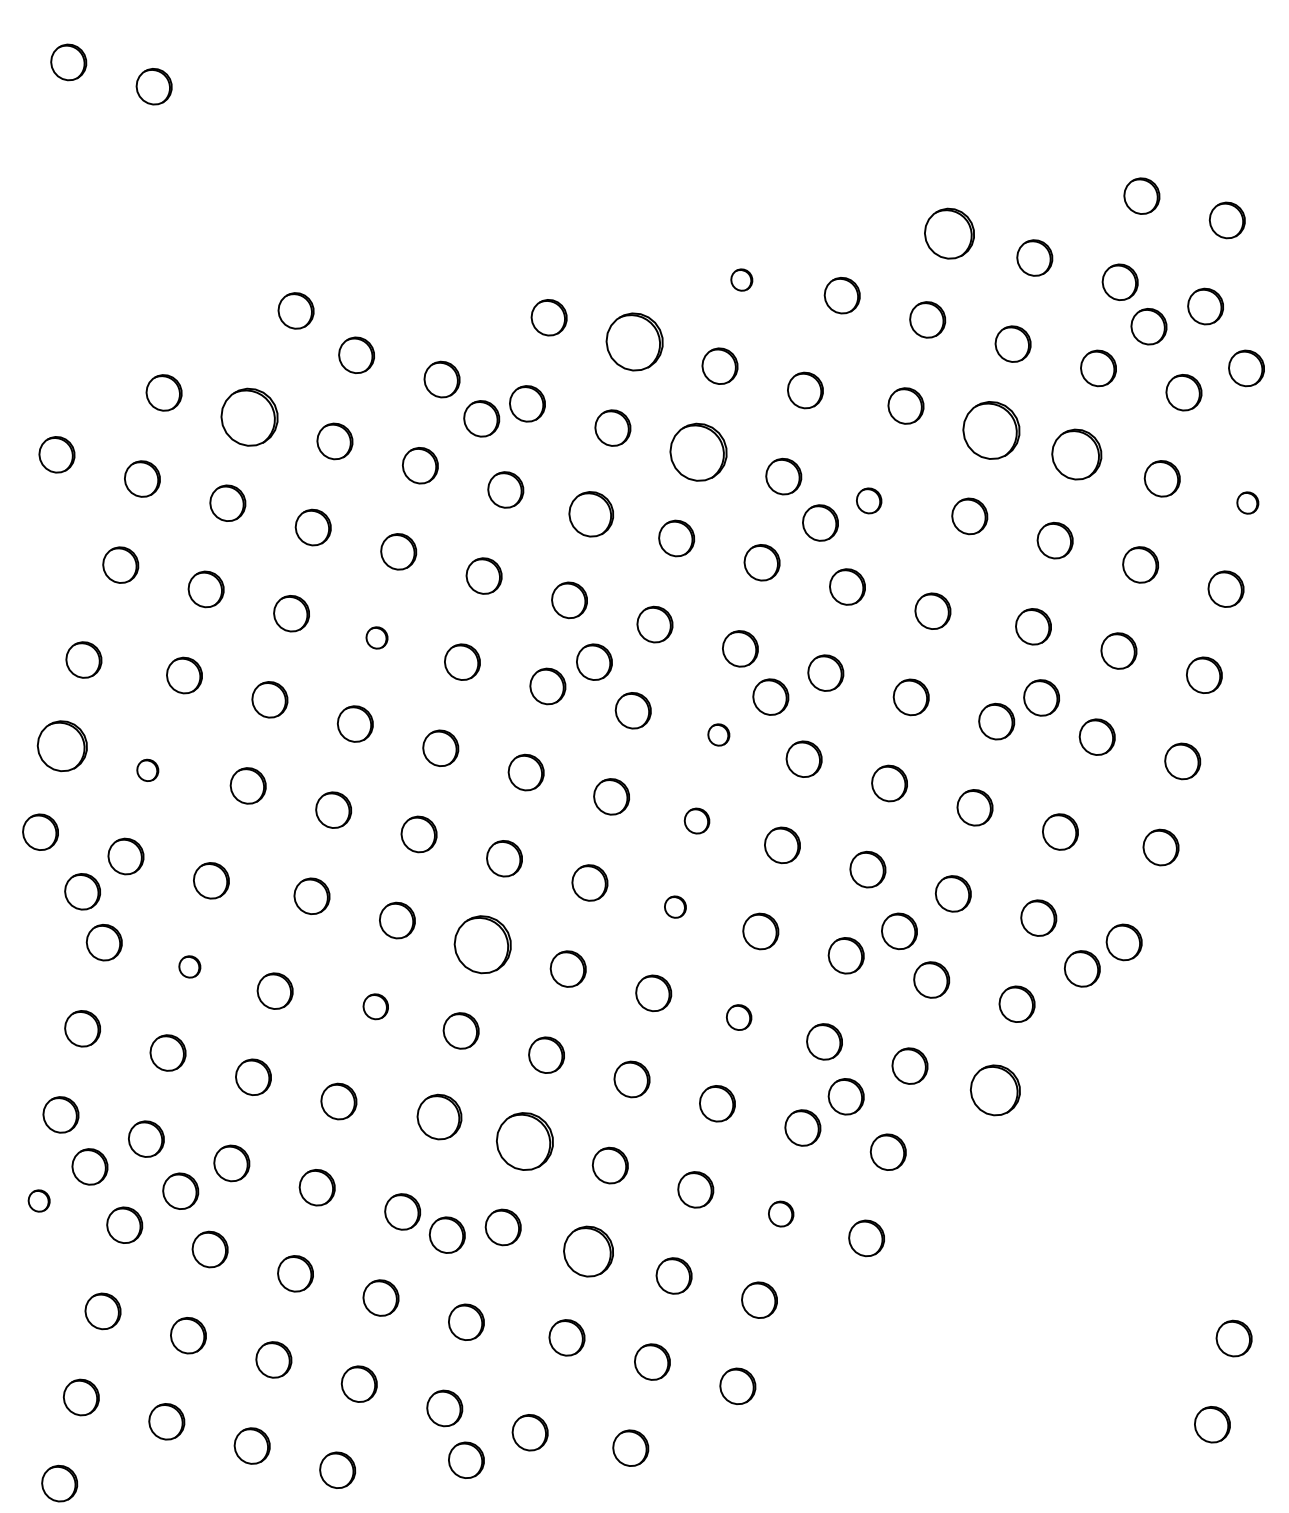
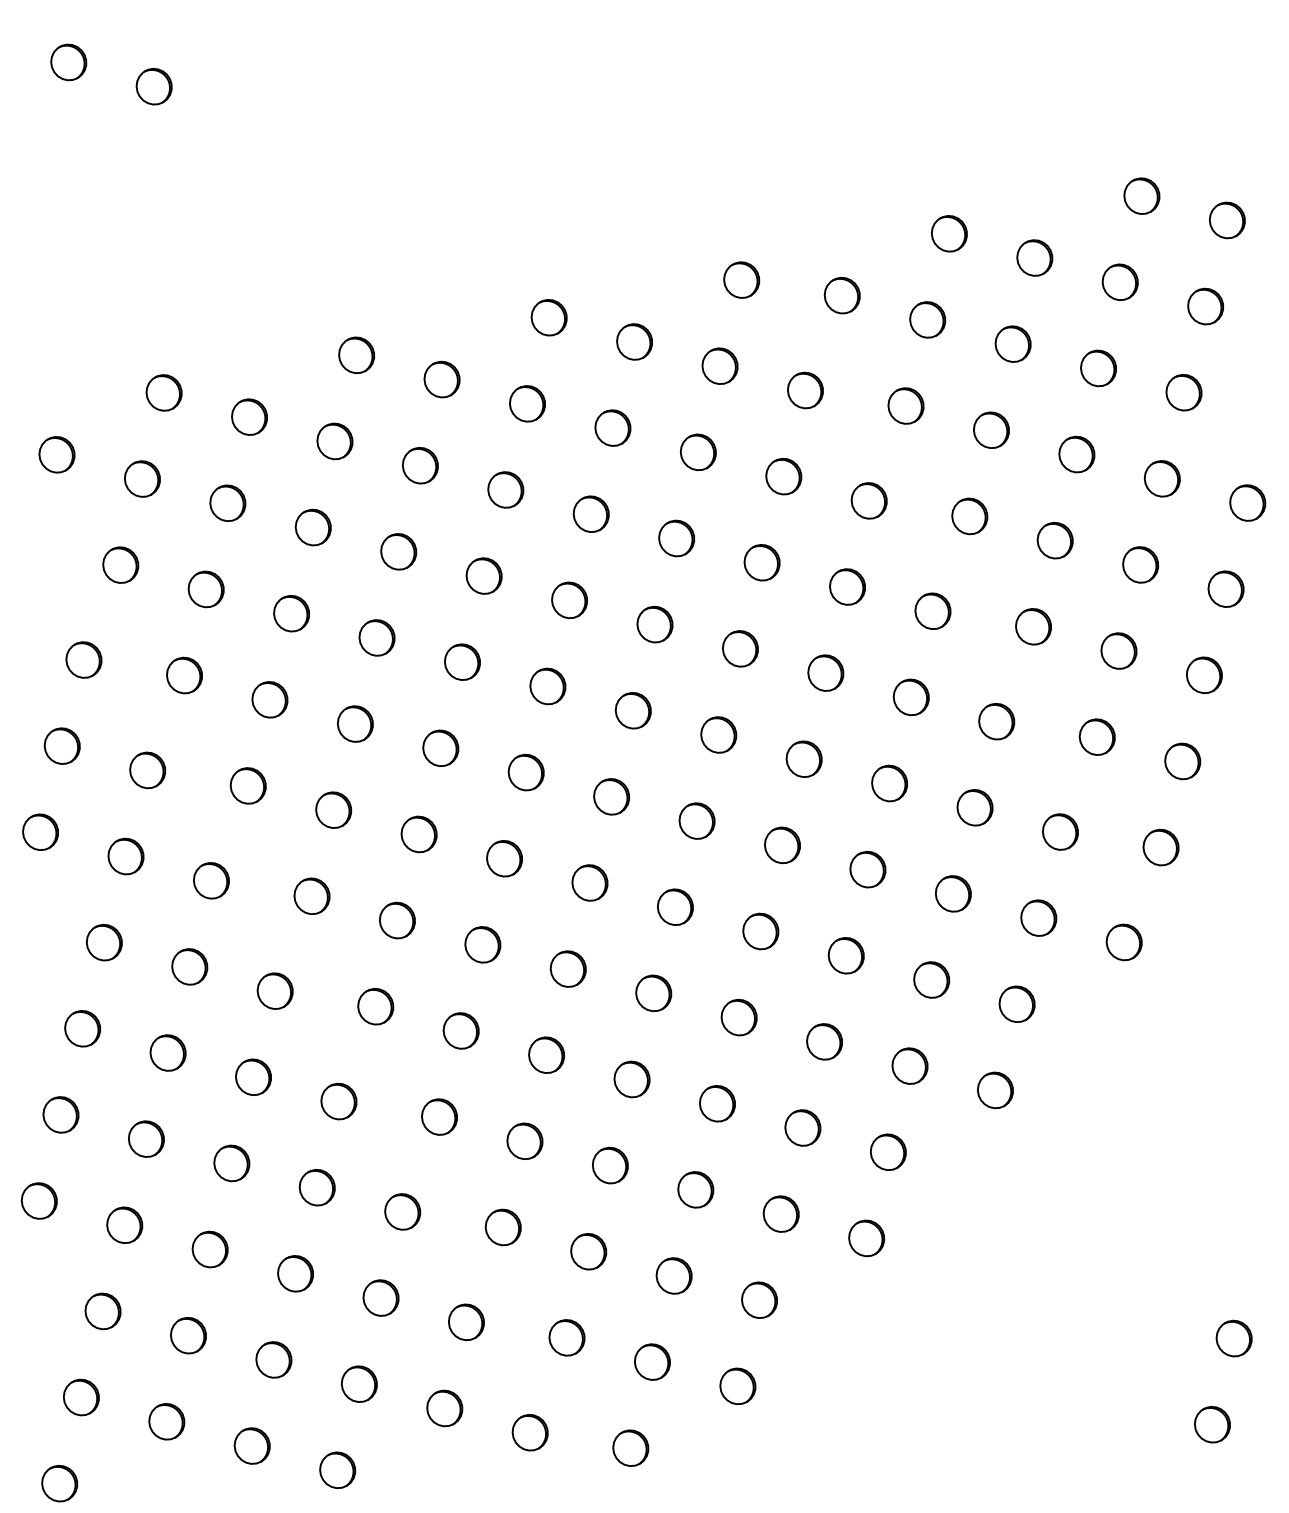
part at (949, 233) size: 51x53 px -> 38x38 px
part at (741, 279) size: 24x24 px -> 38x38 px
part at (295, 310): present -> none
part at (1148, 326): present -> none
part at (634, 341) size: 59x60 px -> 37x38 px
part at (1246, 368): present -> none
part at (249, 416) size: 59x60 px -> 37x38 px
part at (481, 418): present -> none
part at (991, 430) size: 59x59 px -> 37x38 px
part at (698, 451) size: 59x60 px -> 38x39 px
part at (1076, 454) size: 52x53 px -> 38x39 px
part at (869, 500) size: 27x28 px -> 38x38 px
part at (1247, 502) size: 24x24 px -> 38x38 px
part at (591, 514) size: 47x47 px -> 38x38 px
part at (820, 522): present -> none
part at (376, 637) size: 24x24 px -> 38x38 px
part at (594, 661): present -> none
part at (770, 696): present -> none
part at (1041, 697): present -> none
part at (718, 734) size: 24x24 px -> 38x38 px
part at (61, 746) size: 52x53 px -> 38x38 px
part at (147, 769) size: 24x24 px -> 38x39 px
part at (696, 820) size: 28x28 px -> 38x38 px
part at (82, 891): present -> none
part at (675, 906) size: 23x24 px -> 37x38 px
part at (899, 931): present -> none
part at (482, 944) size: 59x60 px -> 38x38 px
part at (189, 966) size: 24x24 px -> 38x38 px
part at (1081, 968): present -> none
part at (375, 1006) size: 27x28 px -> 38x38 px
part at (739, 1017) size: 27x27 px -> 38x39 px
part at (995, 1090) size: 51x53 px -> 37x39 px
part at (845, 1096): present -> none
part at (439, 1116) size: 47x48 px -> 37x38 px
part at (524, 1141) size: 58x59 px -> 38x38 px
part at (89, 1166): present -> none
part at (180, 1190): present -> none
part at (38, 1200) size: 24x24 px -> 38x38 px
part at (781, 1213) size: 27x28 px -> 38x38 px
part at (446, 1234): present -> none
part at (588, 1251) size: 51x53 px -> 38x38 px
part at (466, 1459): present -> none
